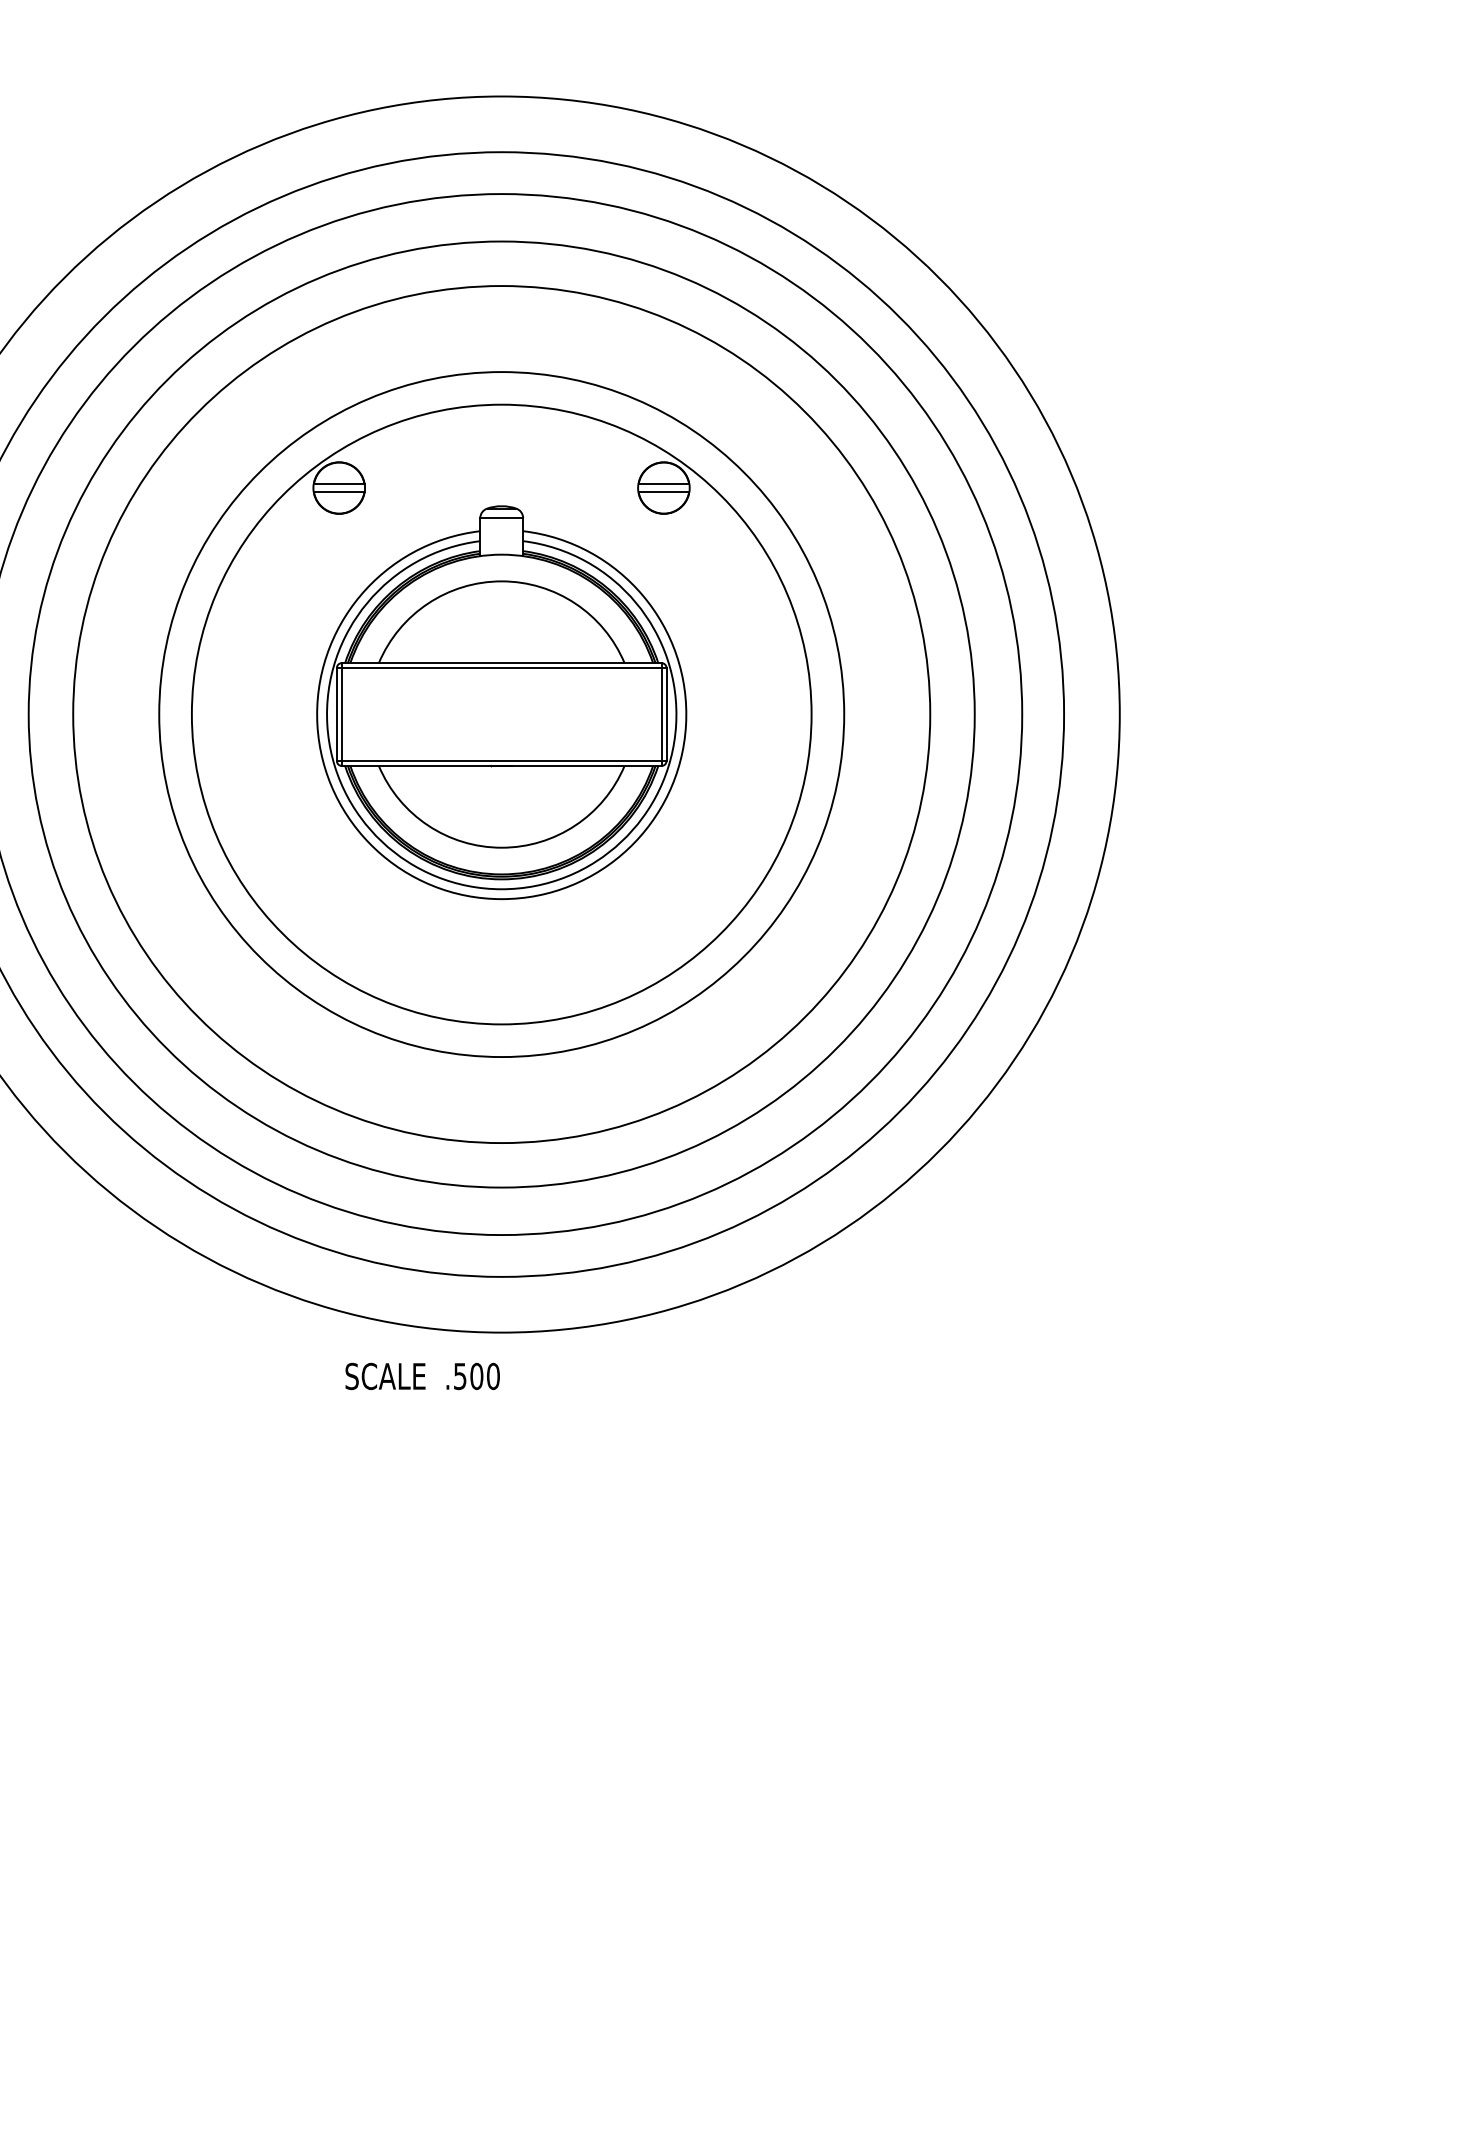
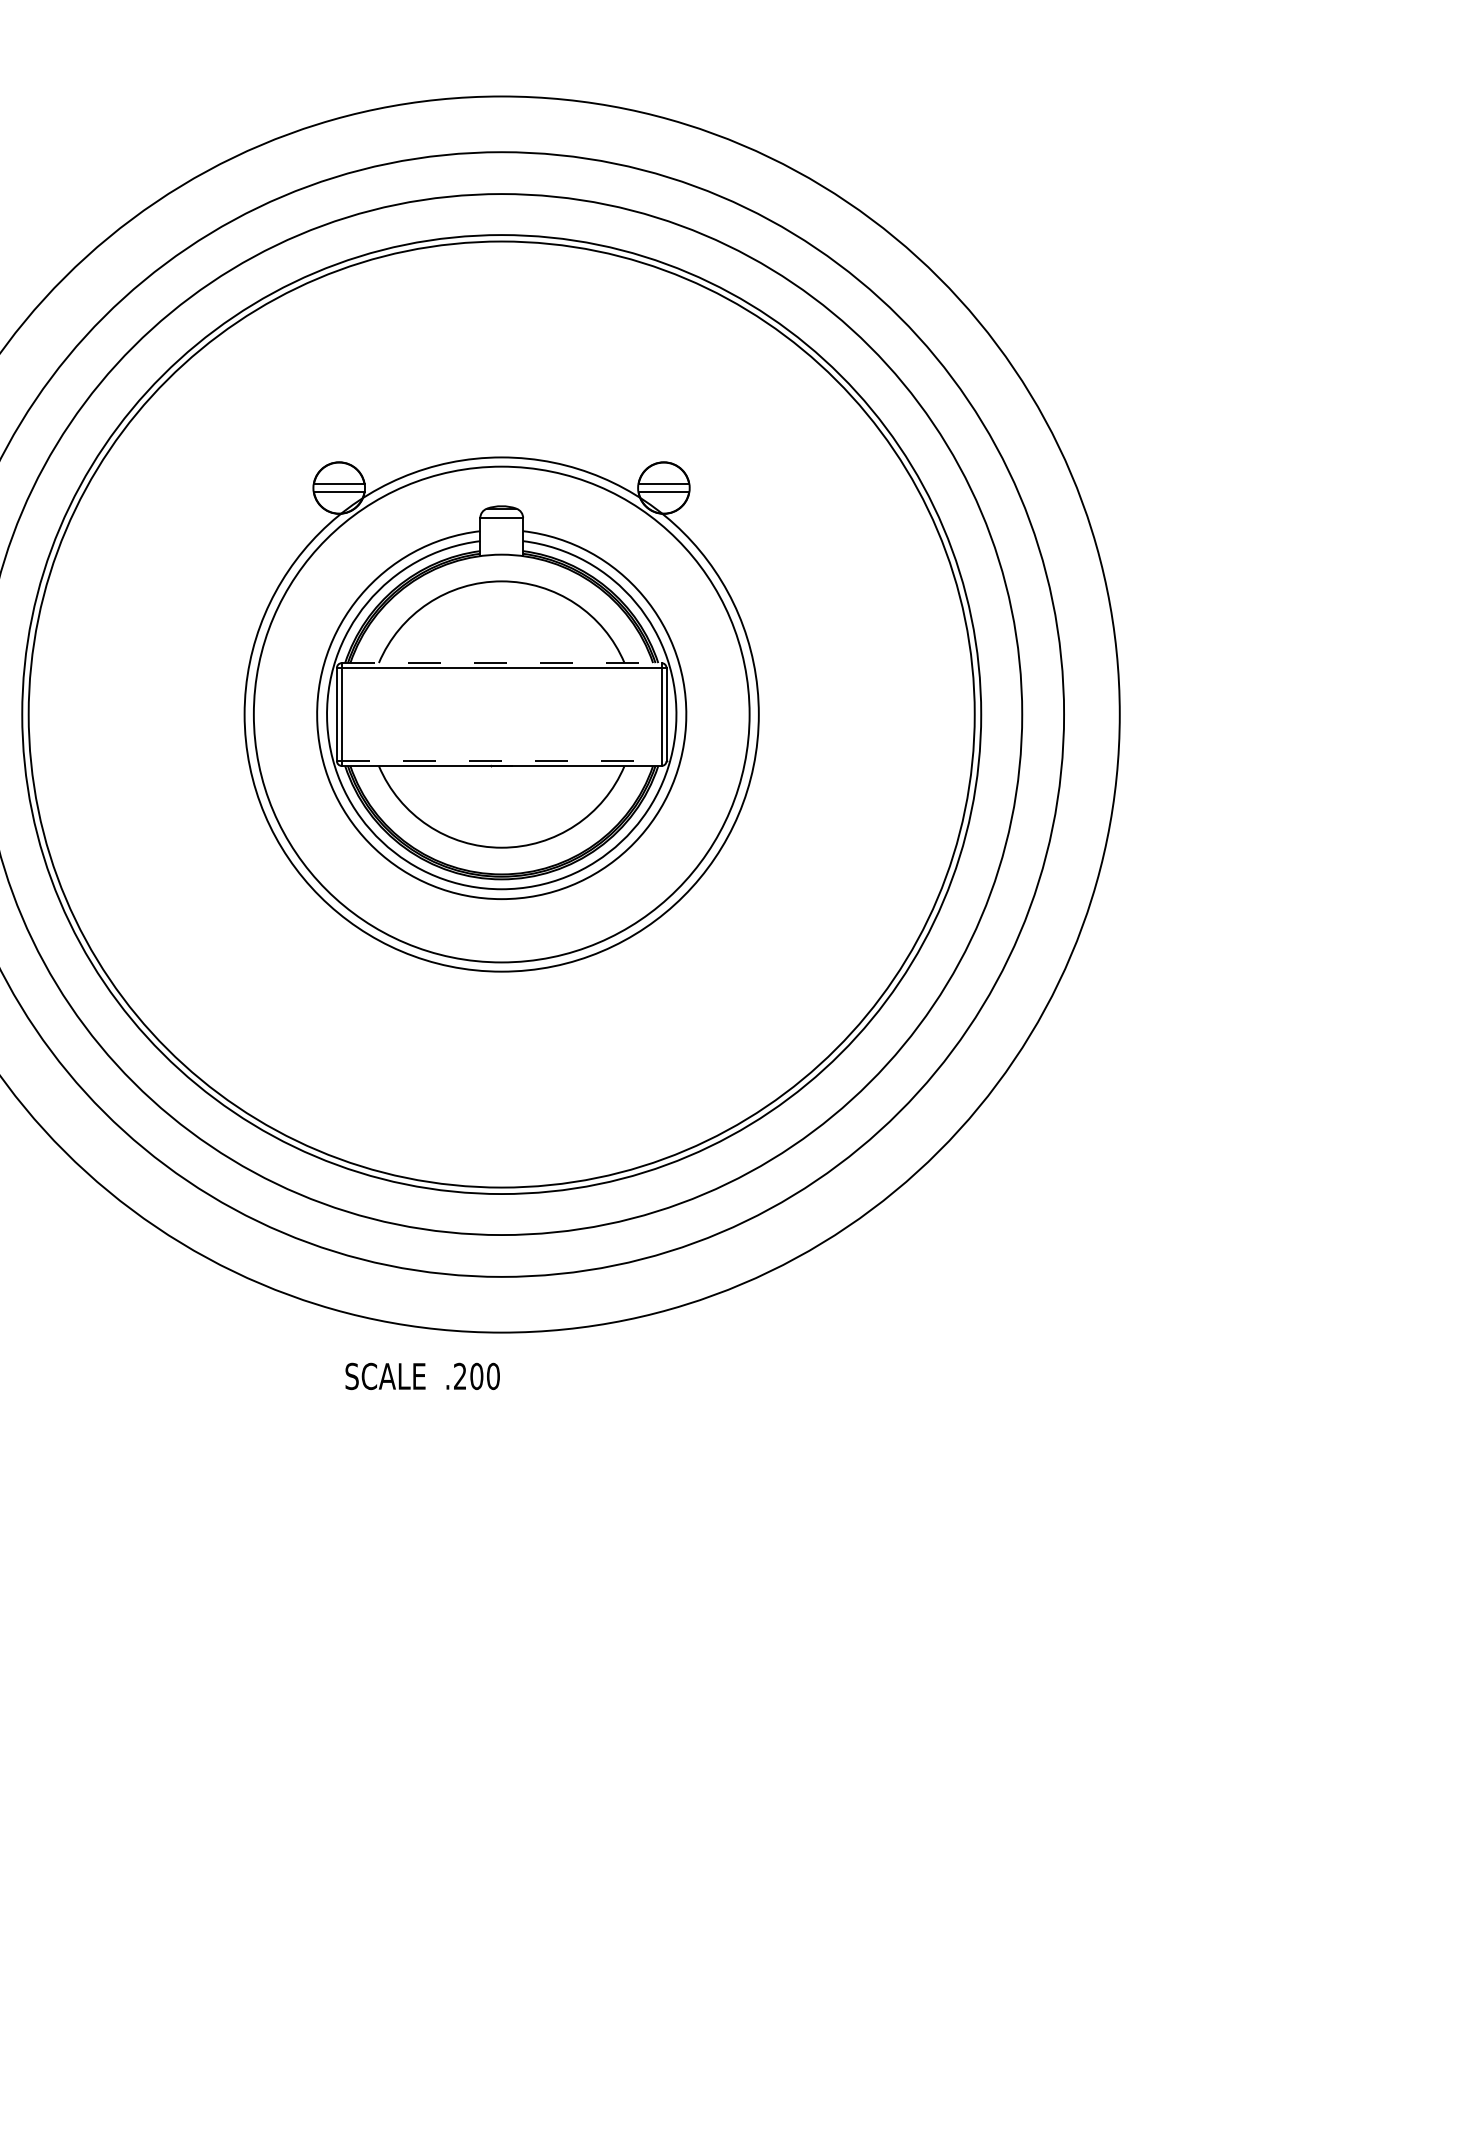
line at (501, 663): solid -> dashed
circle at (501, 714) diameter: 620 px -> 496 px
circle at (501, 714) diameter: 685 px -> 959 px
circle at (501, 714) diameter: 857 px -> 514 px
line at (501, 761): solid -> dashed
text at (460, 1376): .500 -> .200
